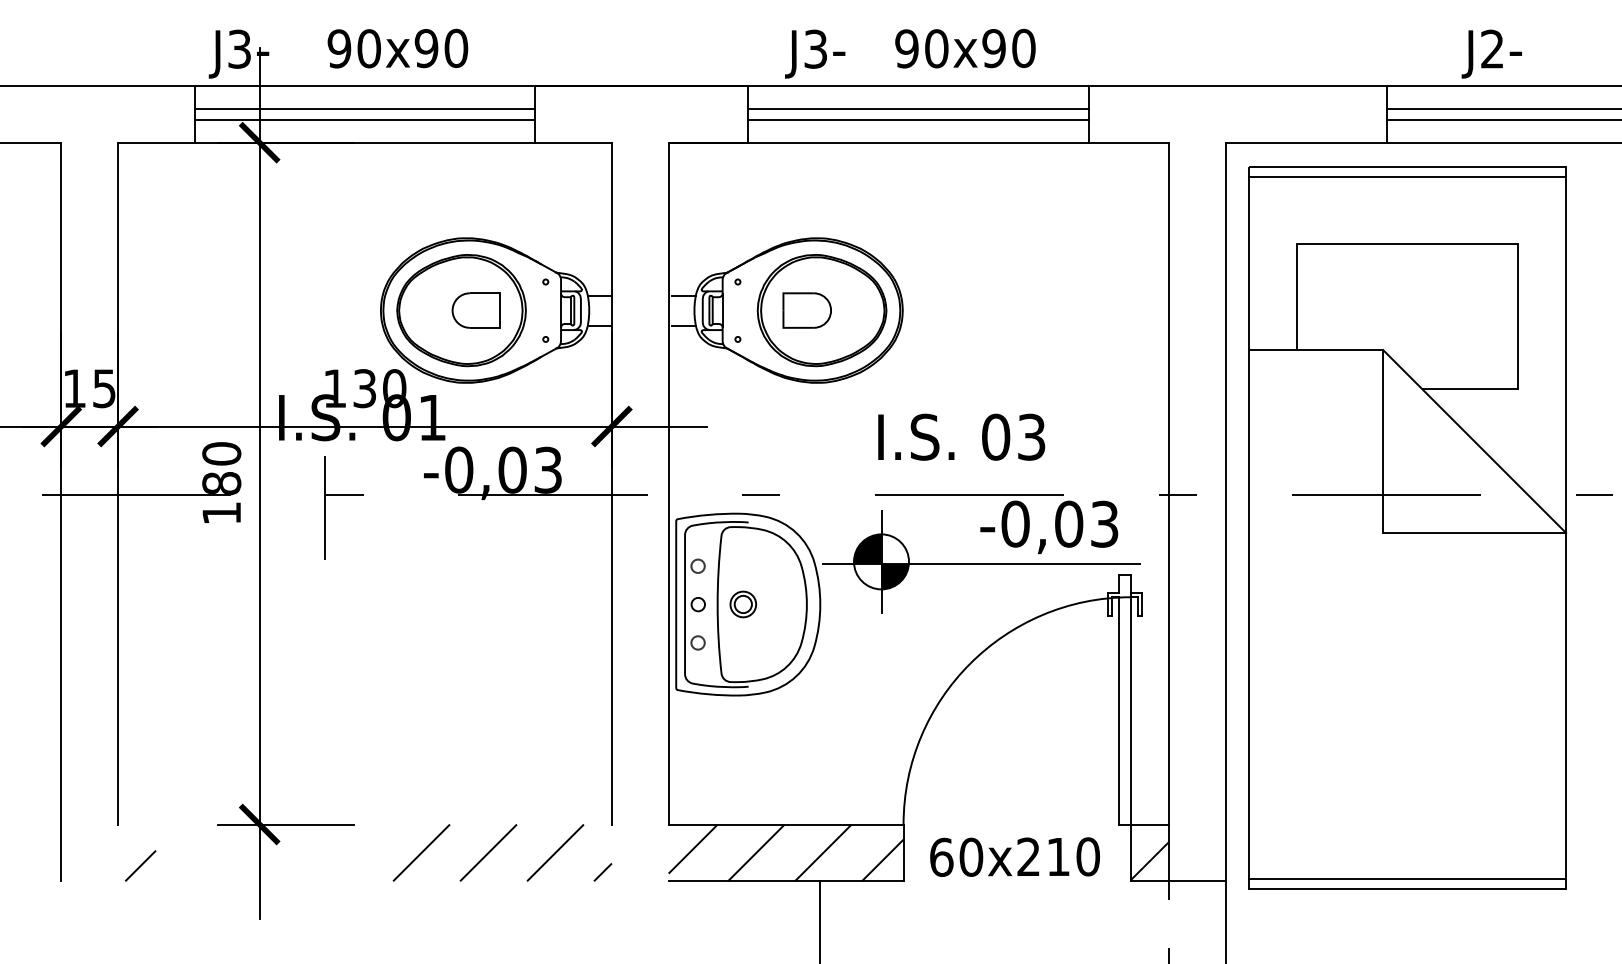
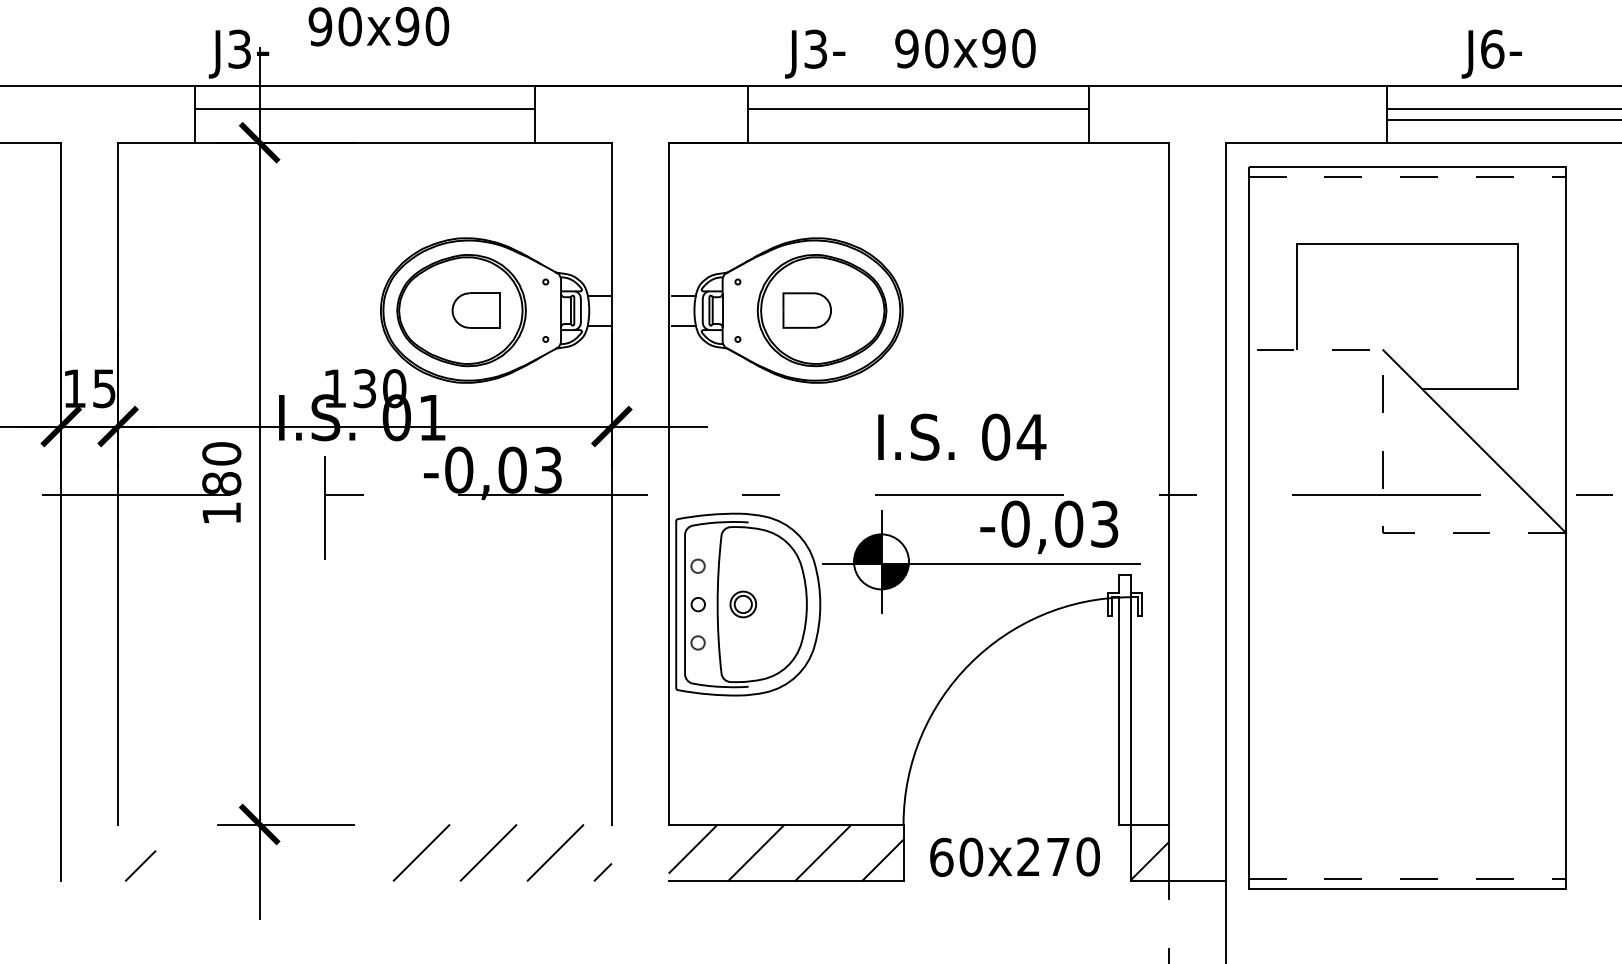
text at (397, 48) position: (397, 48) -> (378, 26)
text at (1492, 48): J2- -> J6-
line at (364, 119): present -> none
line at (918, 120): present -> none
line at (1407, 177): solid -> dashed
text at (1031, 436): 03 -> 04
line at (1383, 465): solid -> dashed
text at (1058, 856): 60x210 -> 60x270
line at (1407, 879): solid -> dashed
line at (820, 920): present -> none
